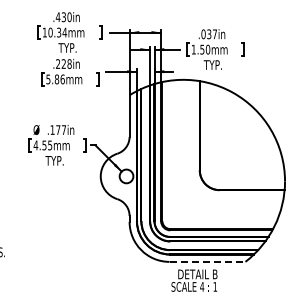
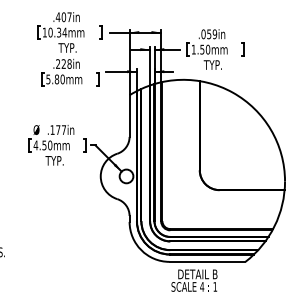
text at (66, 17): .430in -> .407in
text at (212, 34): .037in -> .059in
text at (62, 78): 5.86mm -> 5.80mm
text at (50, 145): 4.55mm -> 4.50mm
line at (207, 261): dashed -> solid
